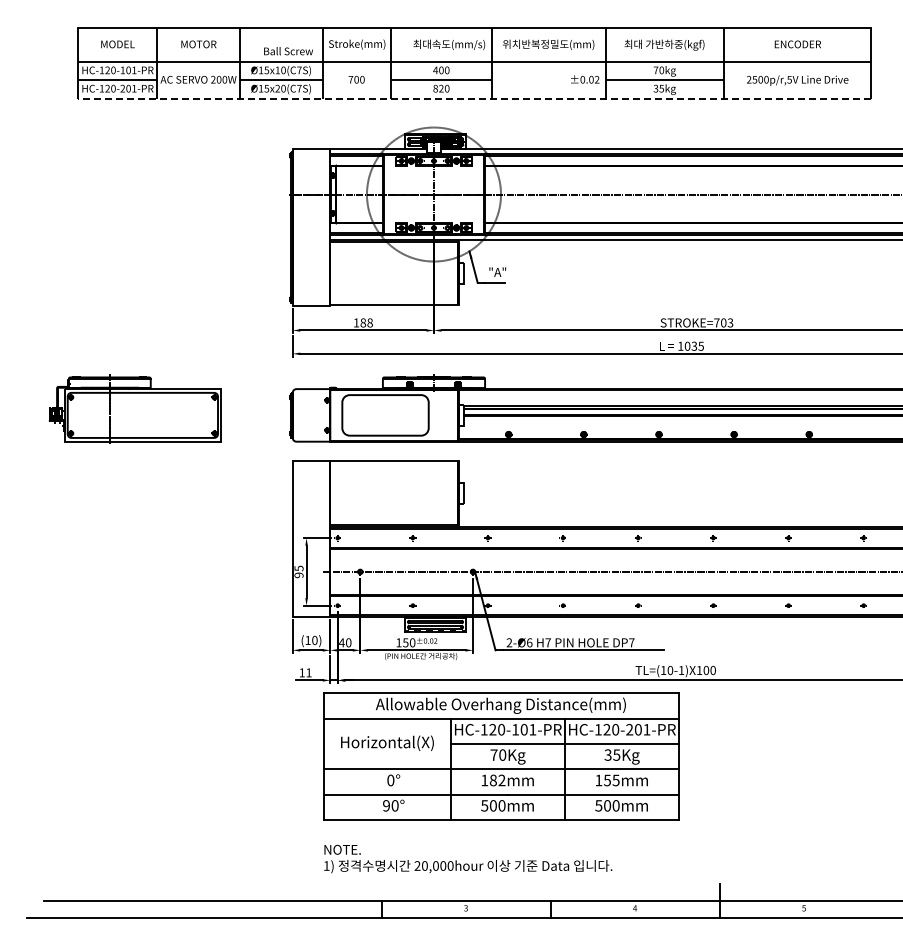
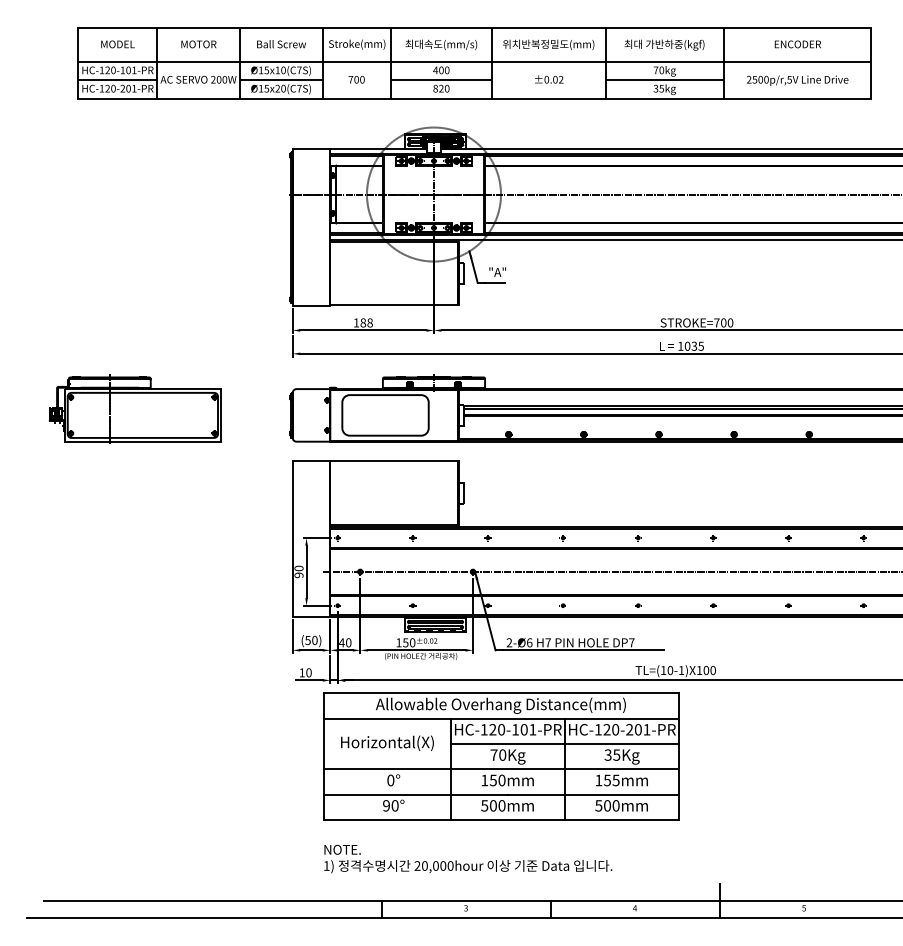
text at (449, 44) position: (449, 44) -> (441, 44)
text at (288, 51) position: (288, 51) -> (281, 44)
text at (585, 79) position: (585, 79) -> (549, 79)
line at (474, 99): dashed -> solid
text at (730, 322): STROKE=703 -> STROKE=700
text at (298, 568): 95 -> 90
text at (307, 640): (10) -> (50)
text at (308, 672): 11 -> 10
text at (497, 780): 182mm -> 150mm
